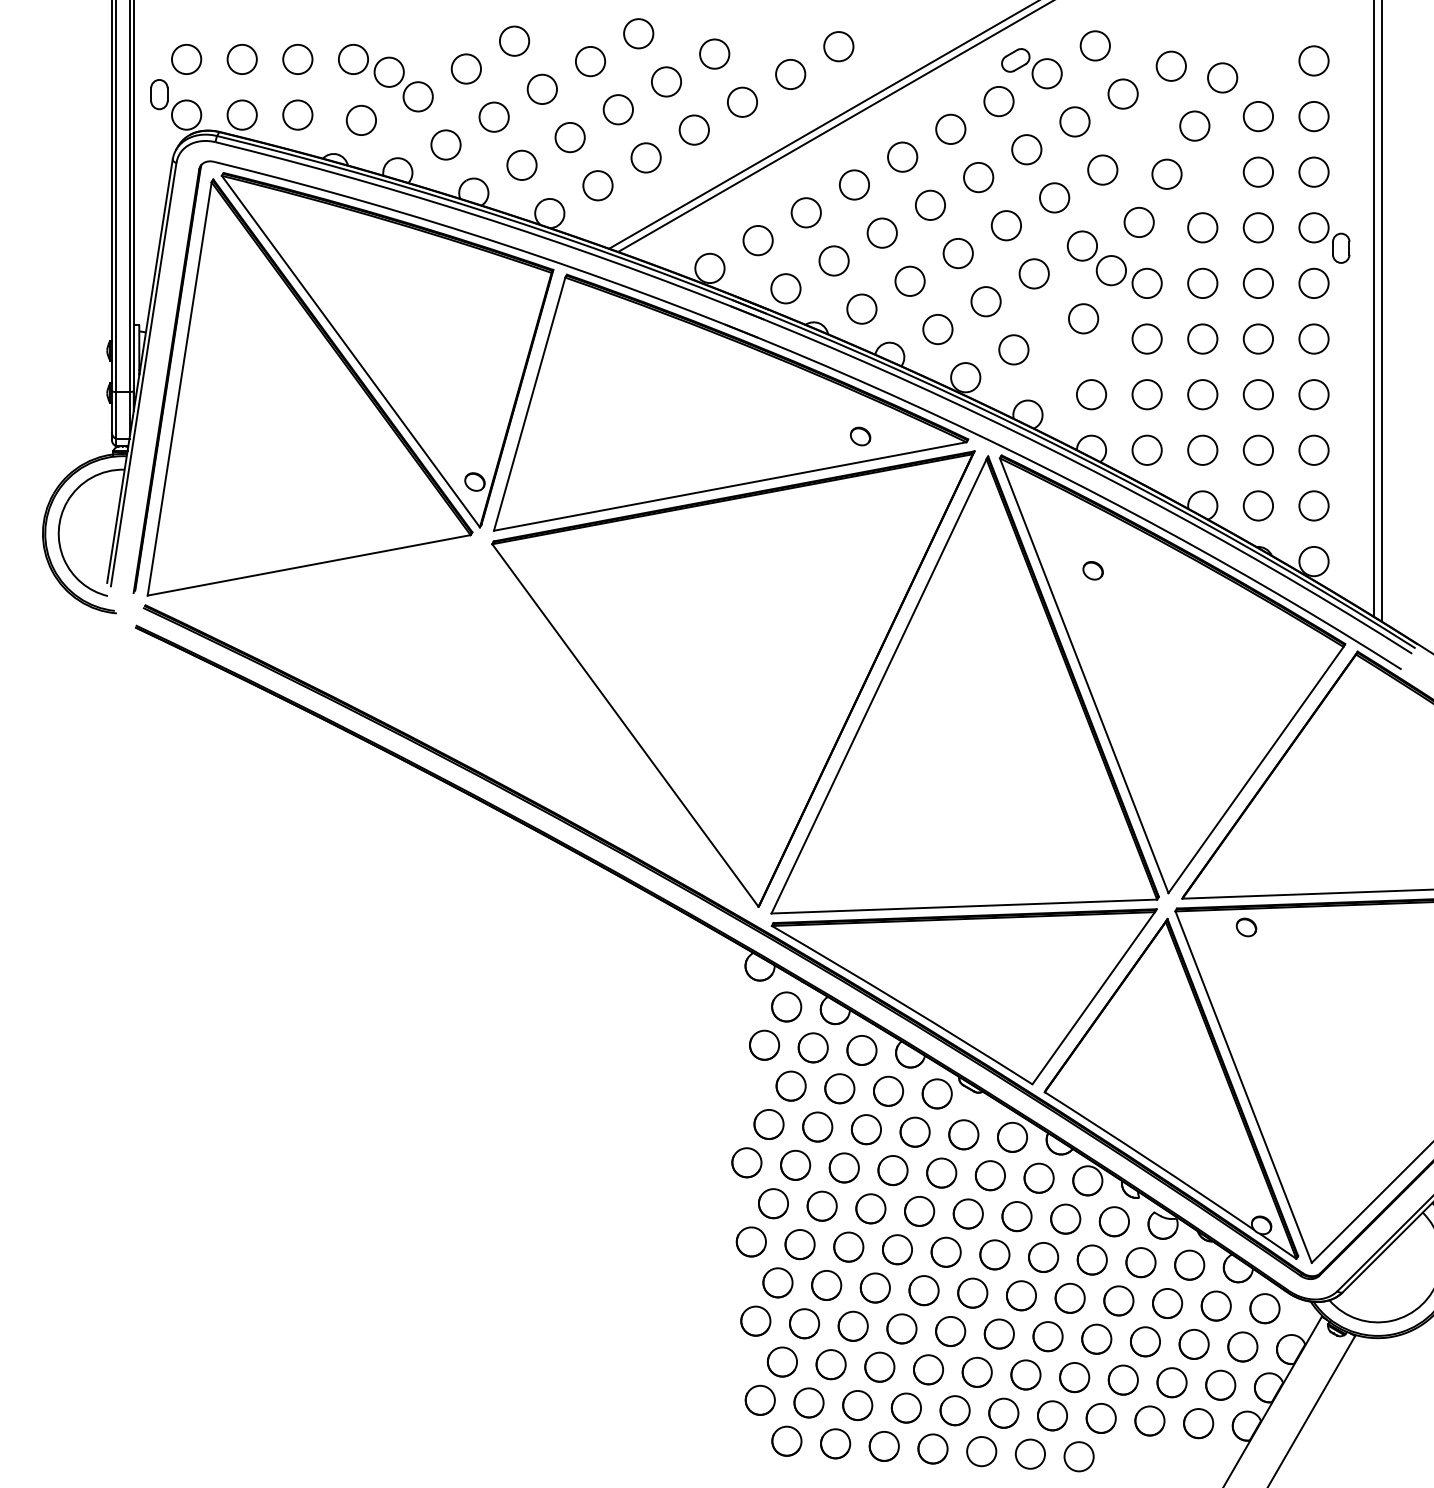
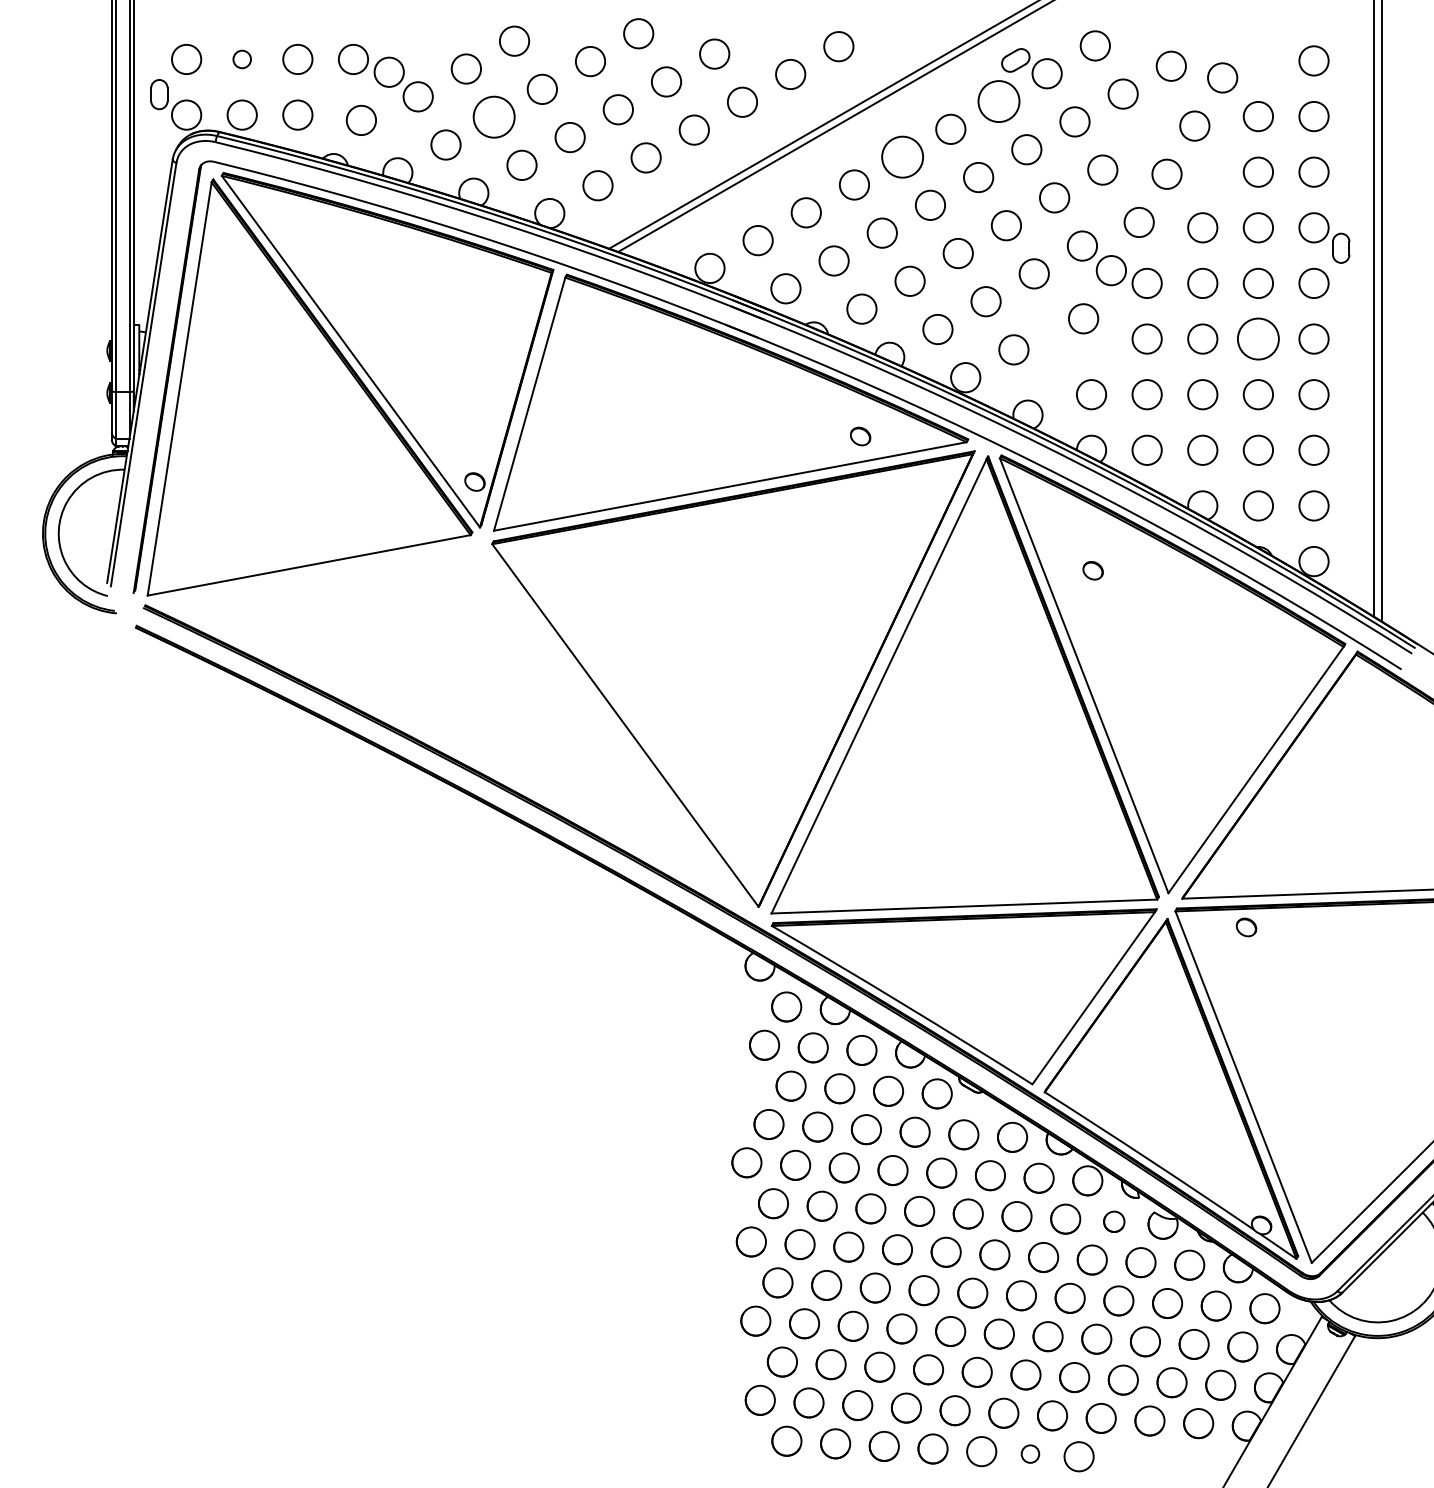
circle at (241, 59) diameter: 29 px -> 18 px
circle at (998, 101) diameter: 29 px -> 41 px
circle at (493, 116) diameter: 29 px -> 41 px
circle at (902, 156) diameter: 29 px -> 41 px
circle at (1258, 338) diameter: 29 px -> 41 px
circle at (1113, 1221) size: 32x32 px -> 23x23 px
circle at (1030, 1453) size: 31x32 px -> 21x20 px
